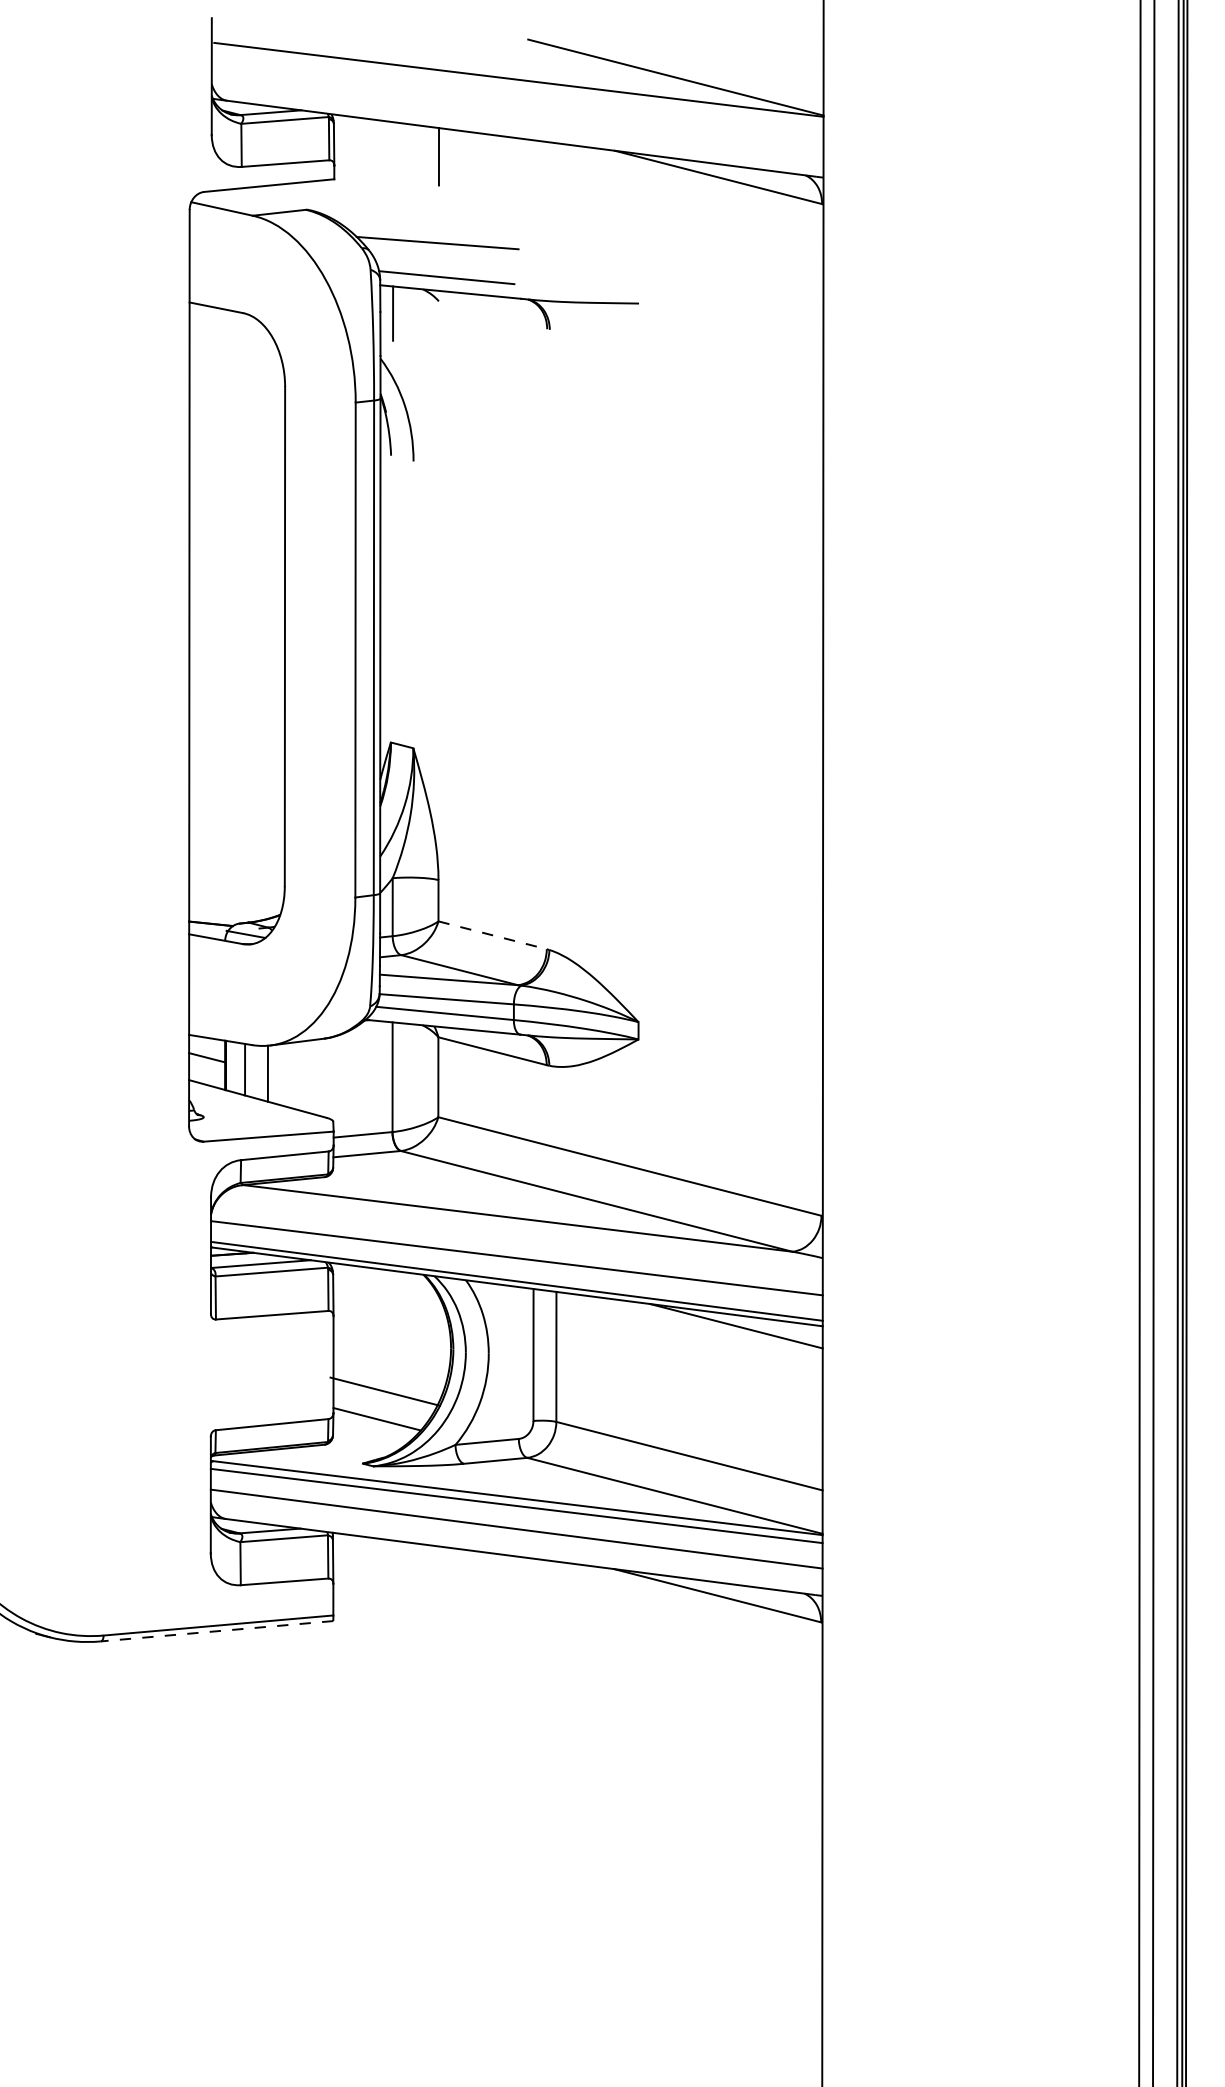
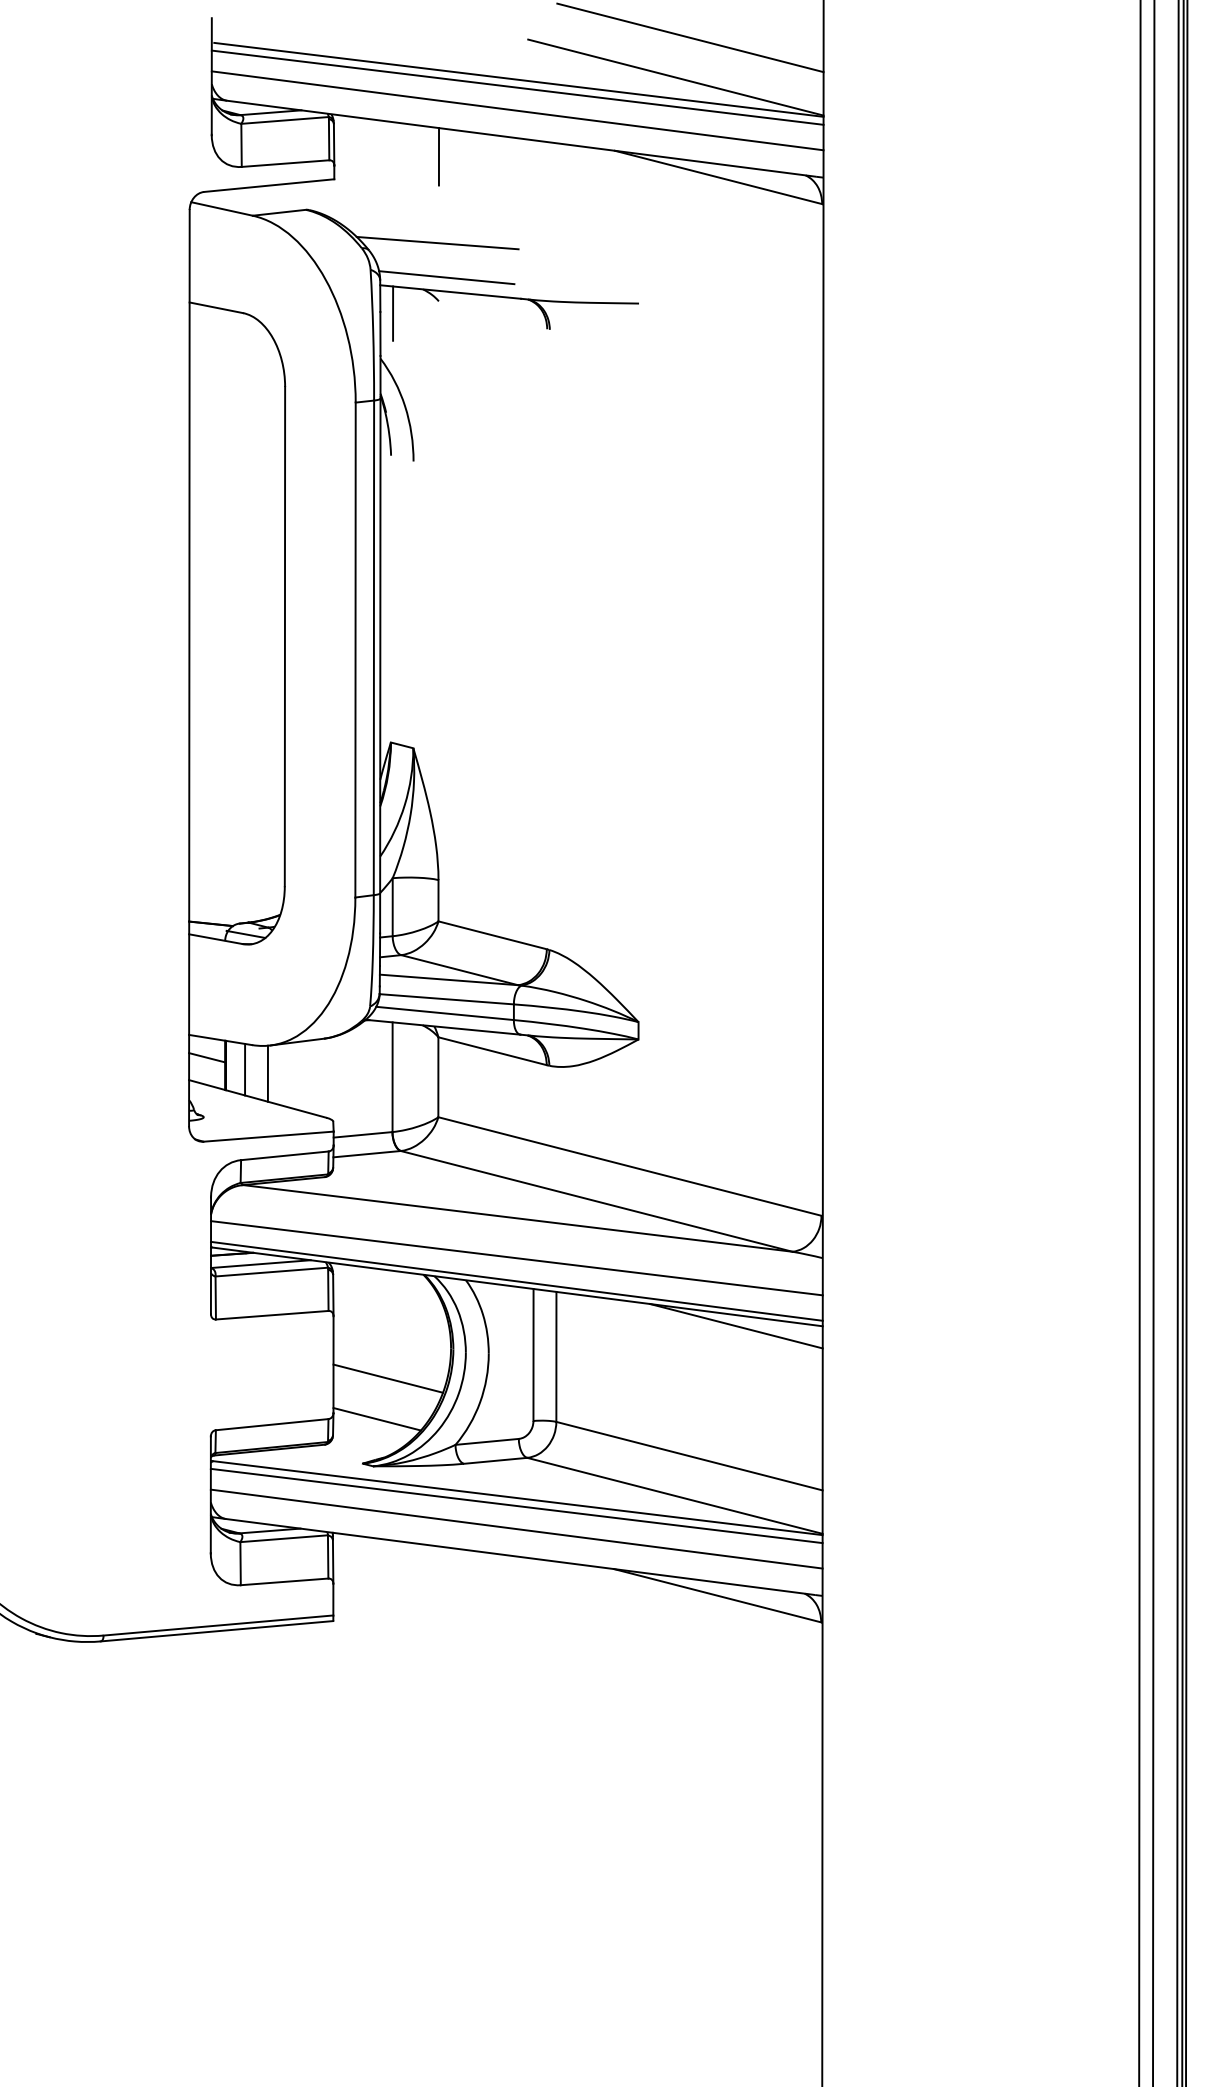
line at (690, 37): none -> present
line at (517, 87): none -> present
line at (517, 110): none -> present
line at (492, 935): dashed -> solid
line at (385, 1391) position: (385, 1391) -> (388, 1378)
line at (217, 1631): dashed -> solid
